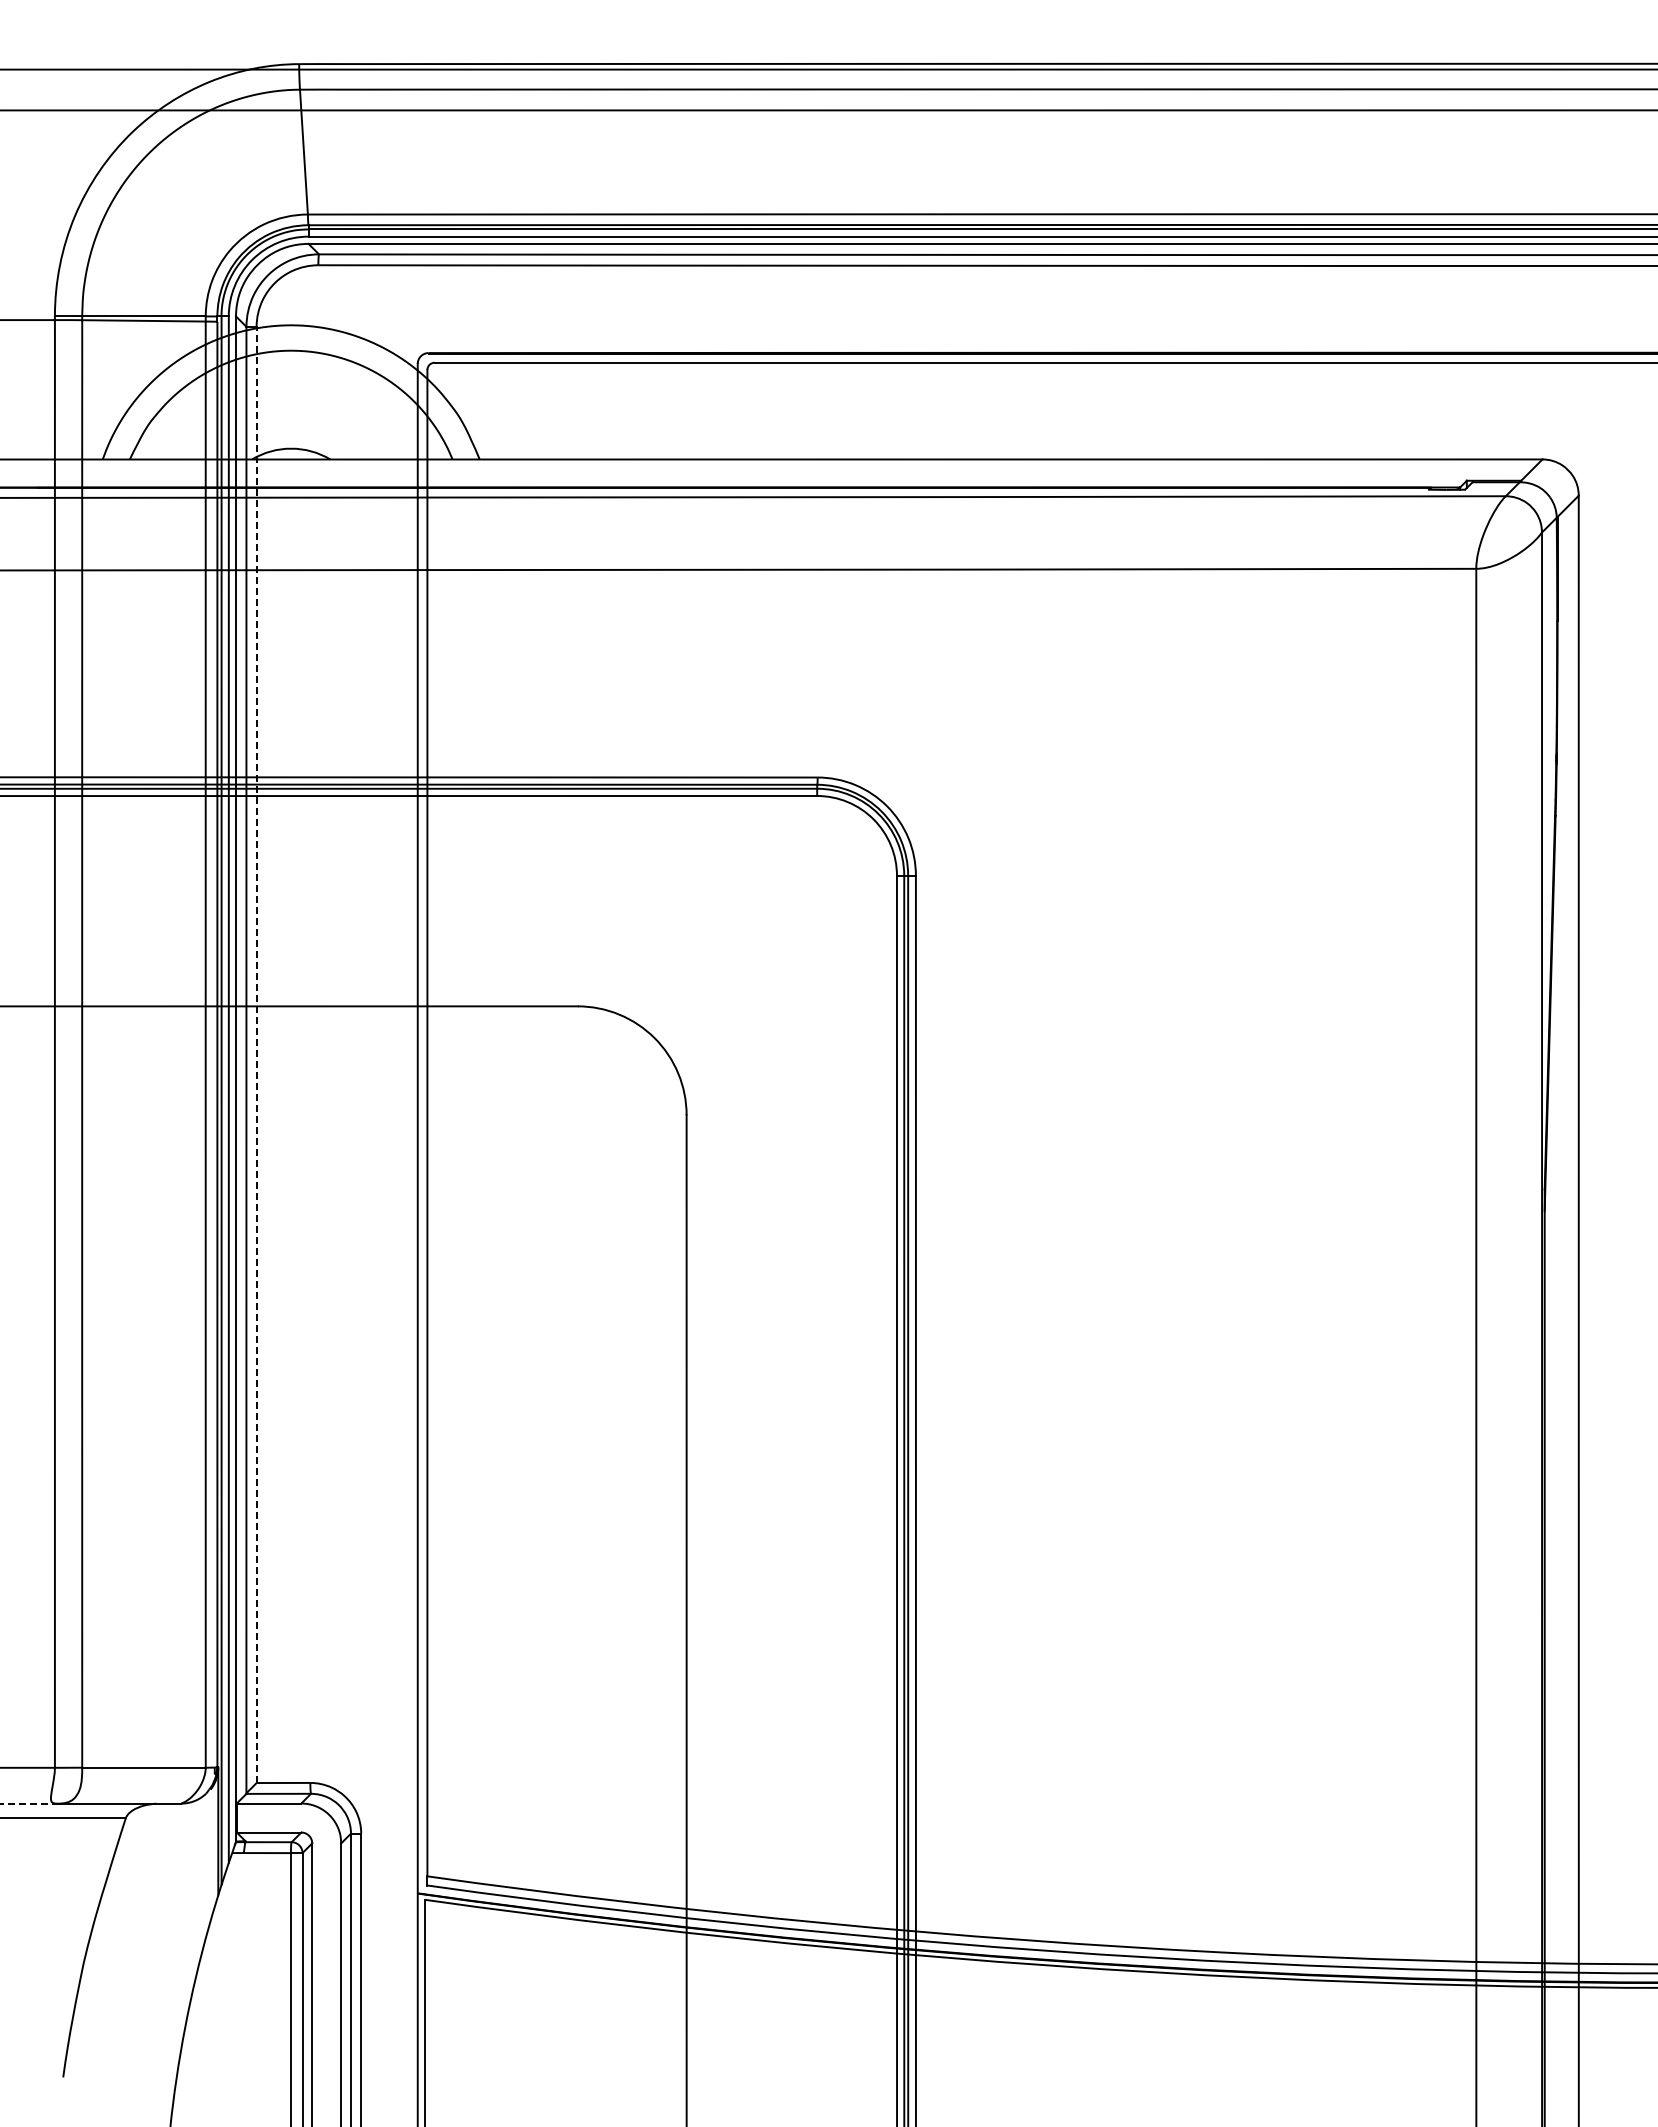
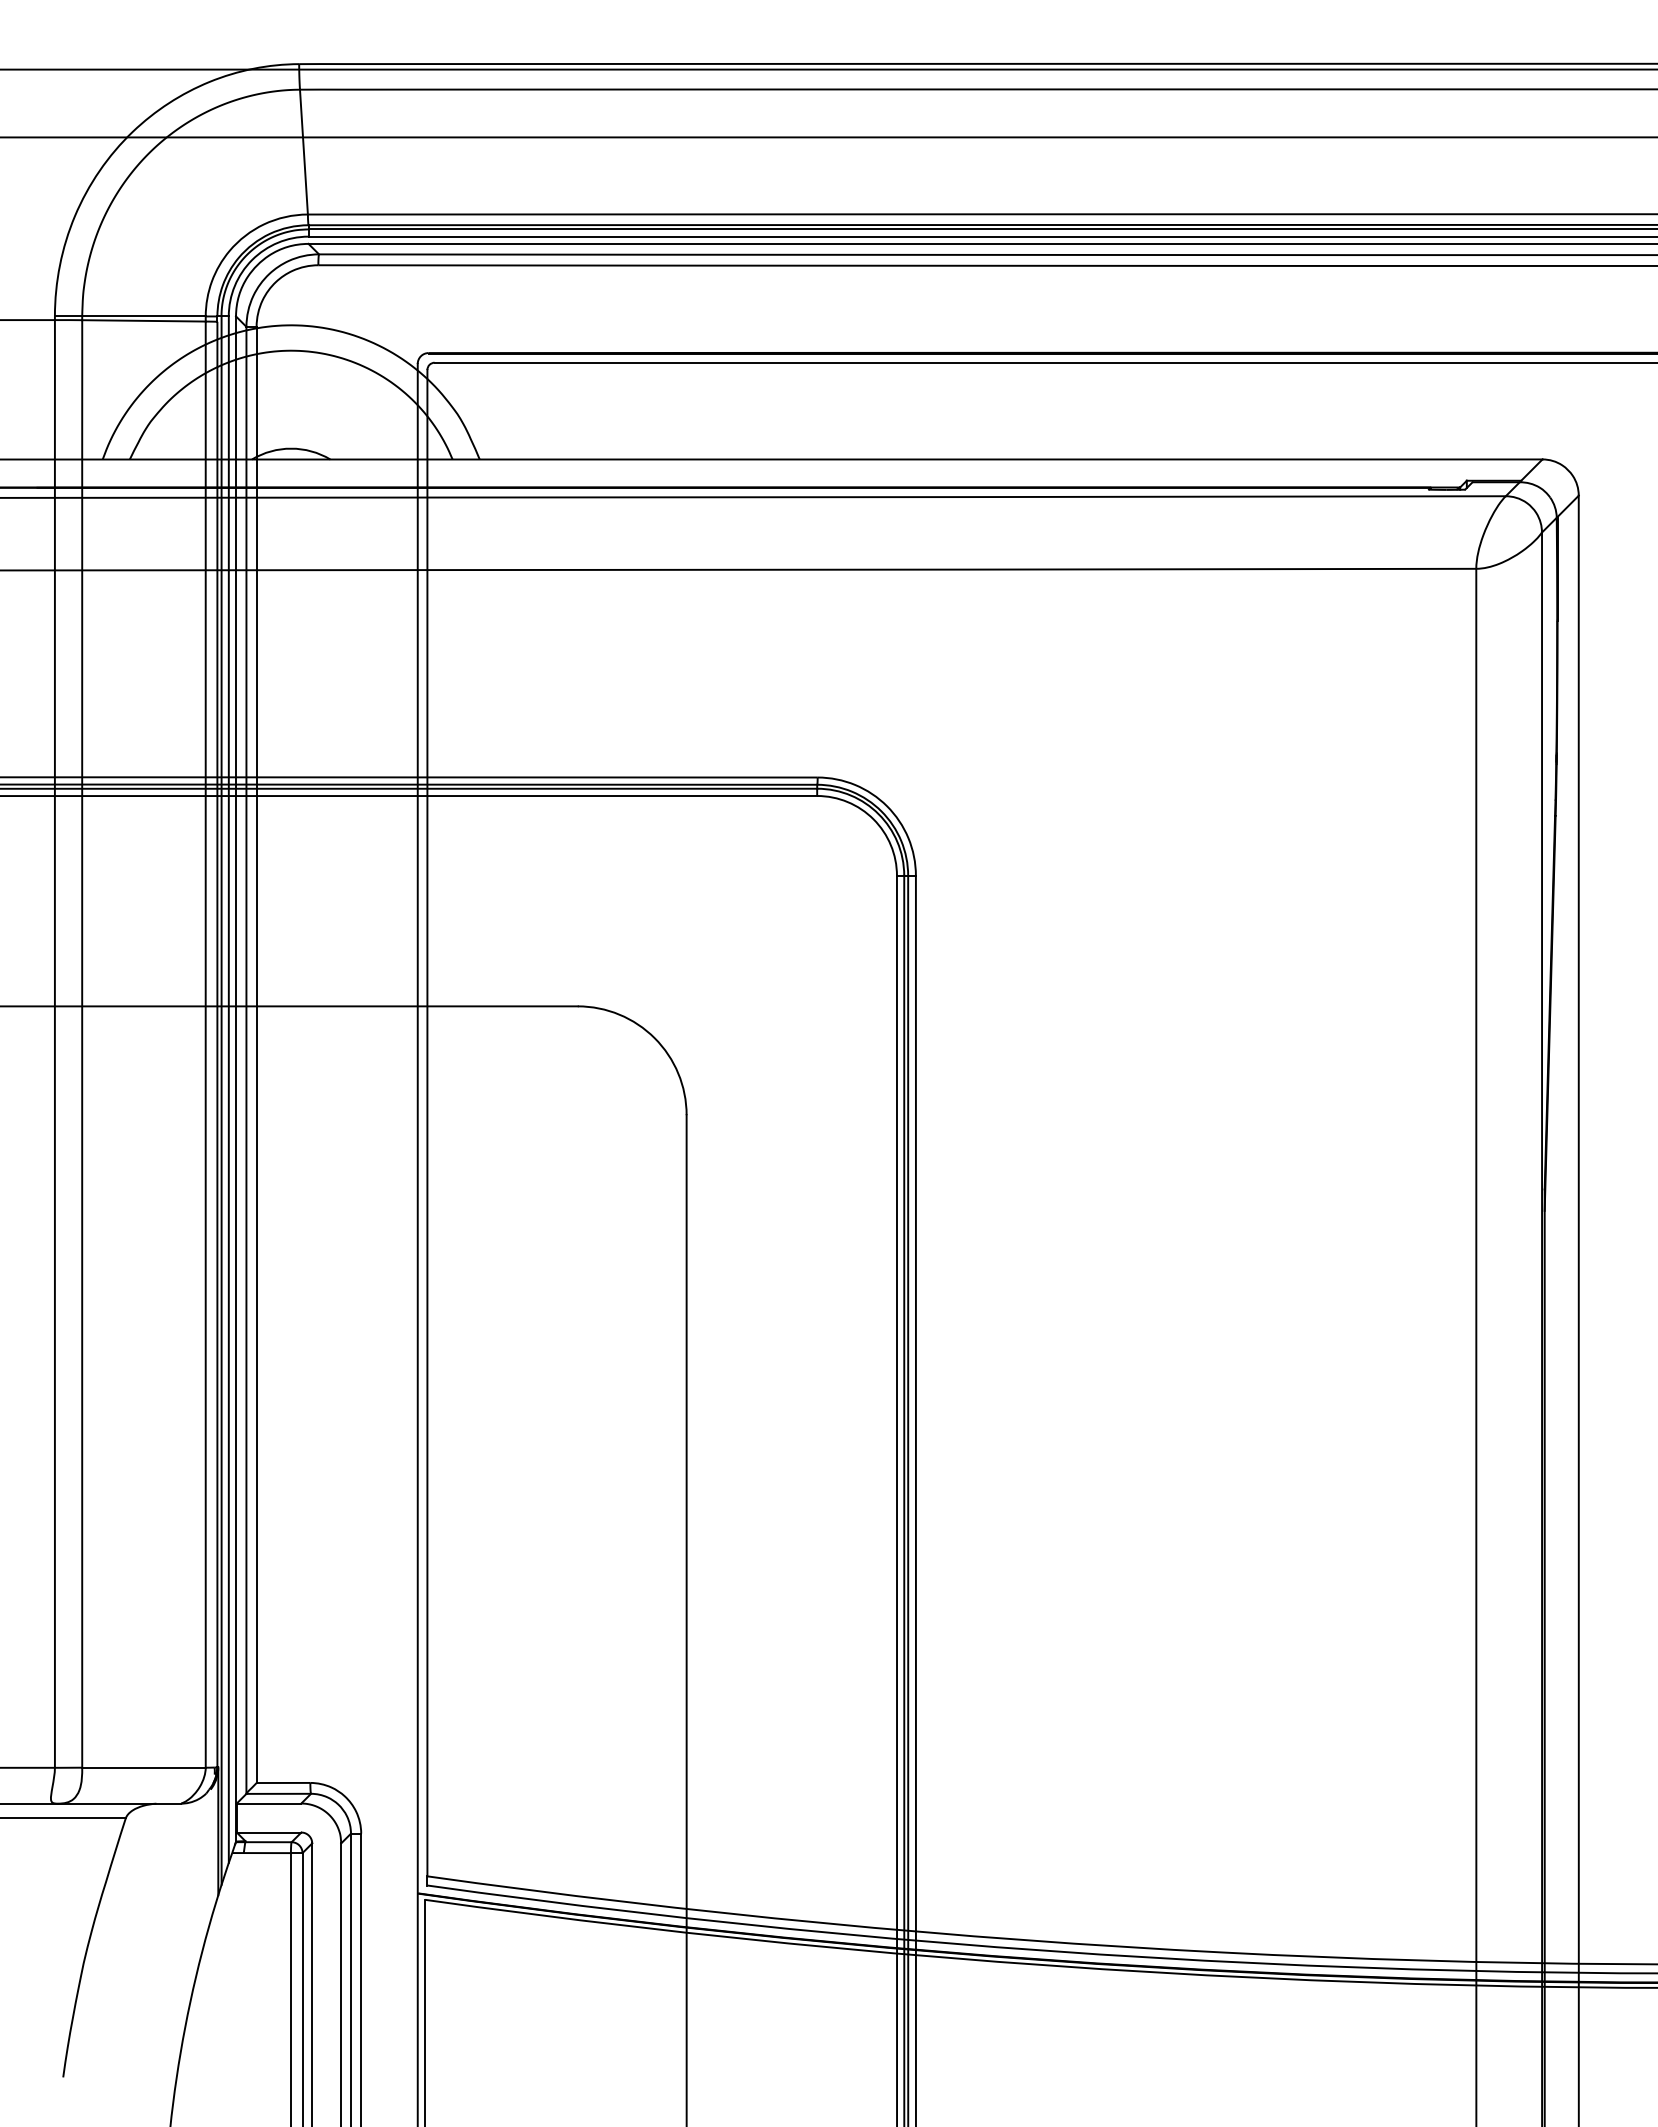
line at (828, 110) position: (828, 110) -> (828, 137)
line at (256, 1054): dashed -> solid
line at (29, 1803): dashed -> solid
